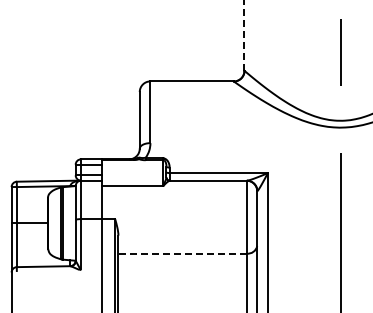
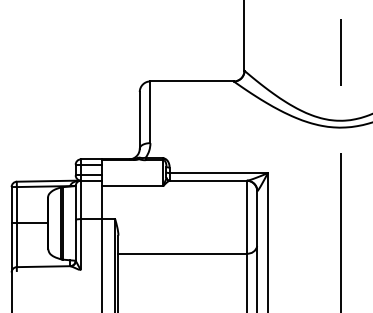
line at (244, 35): dashed -> solid
line at (181, 253): dashed -> solid
